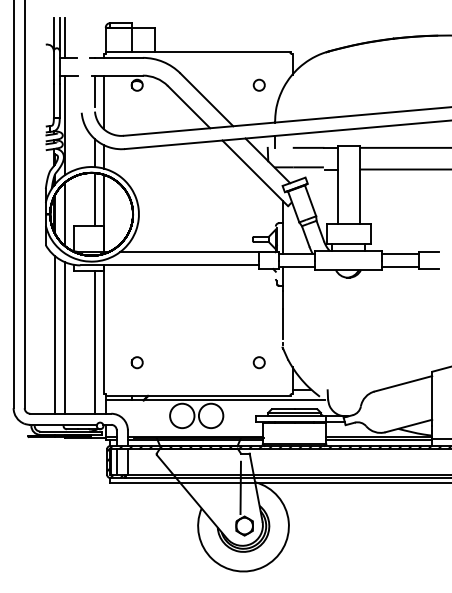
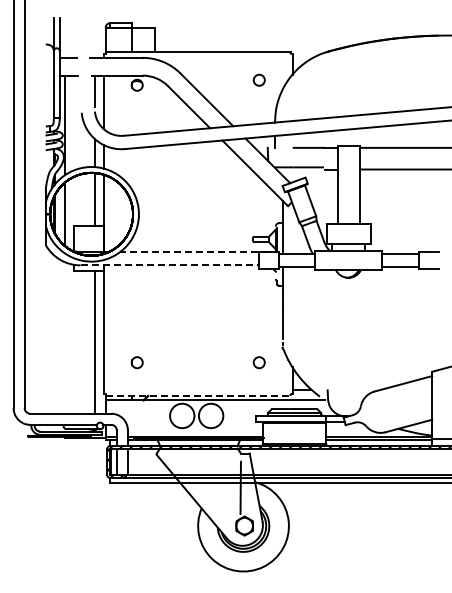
line at (64, 37): present -> none
circle at (258, 84) position: (258, 84) -> (258, 79)
line at (194, 252): solid -> dashed
line at (170, 265): solid -> dashed
line at (54, 334): present -> none
line at (64, 337): present -> none
line at (198, 395): solid -> dashed
